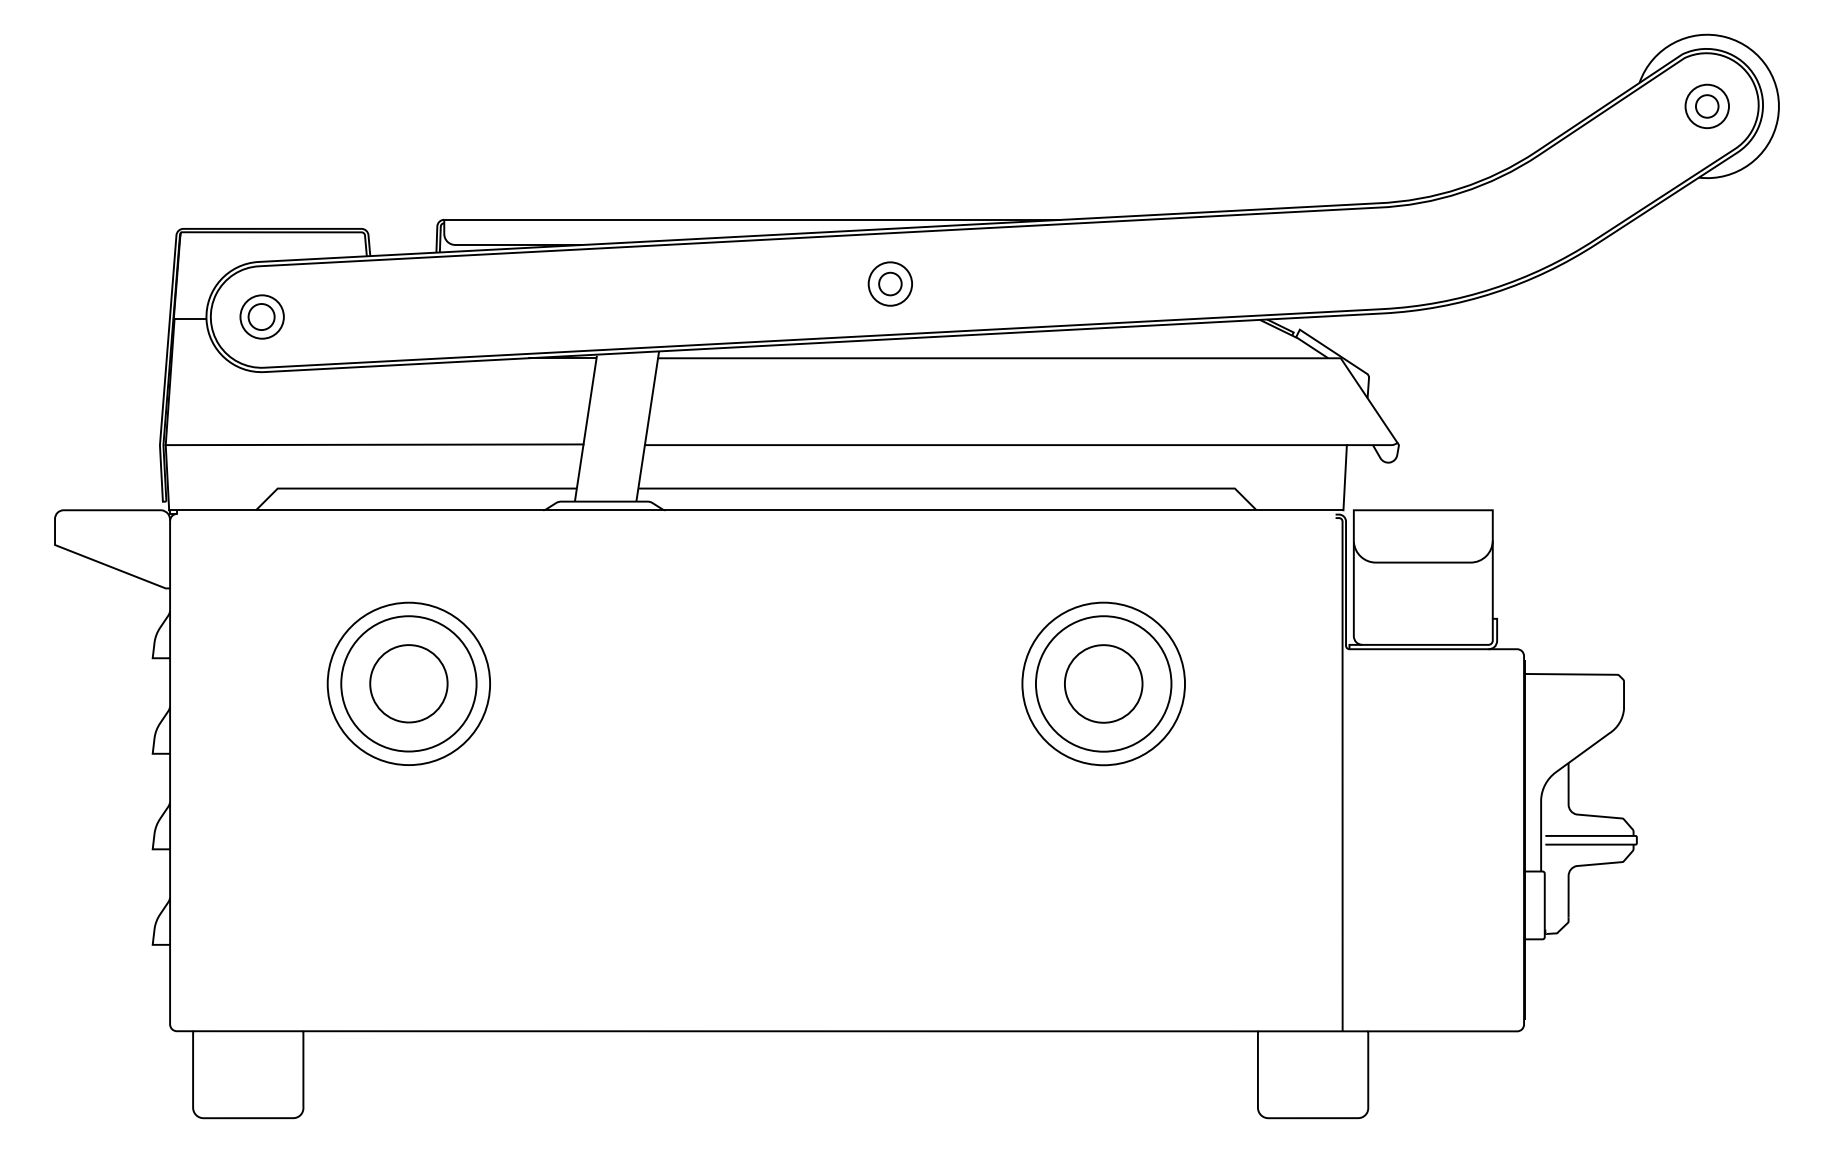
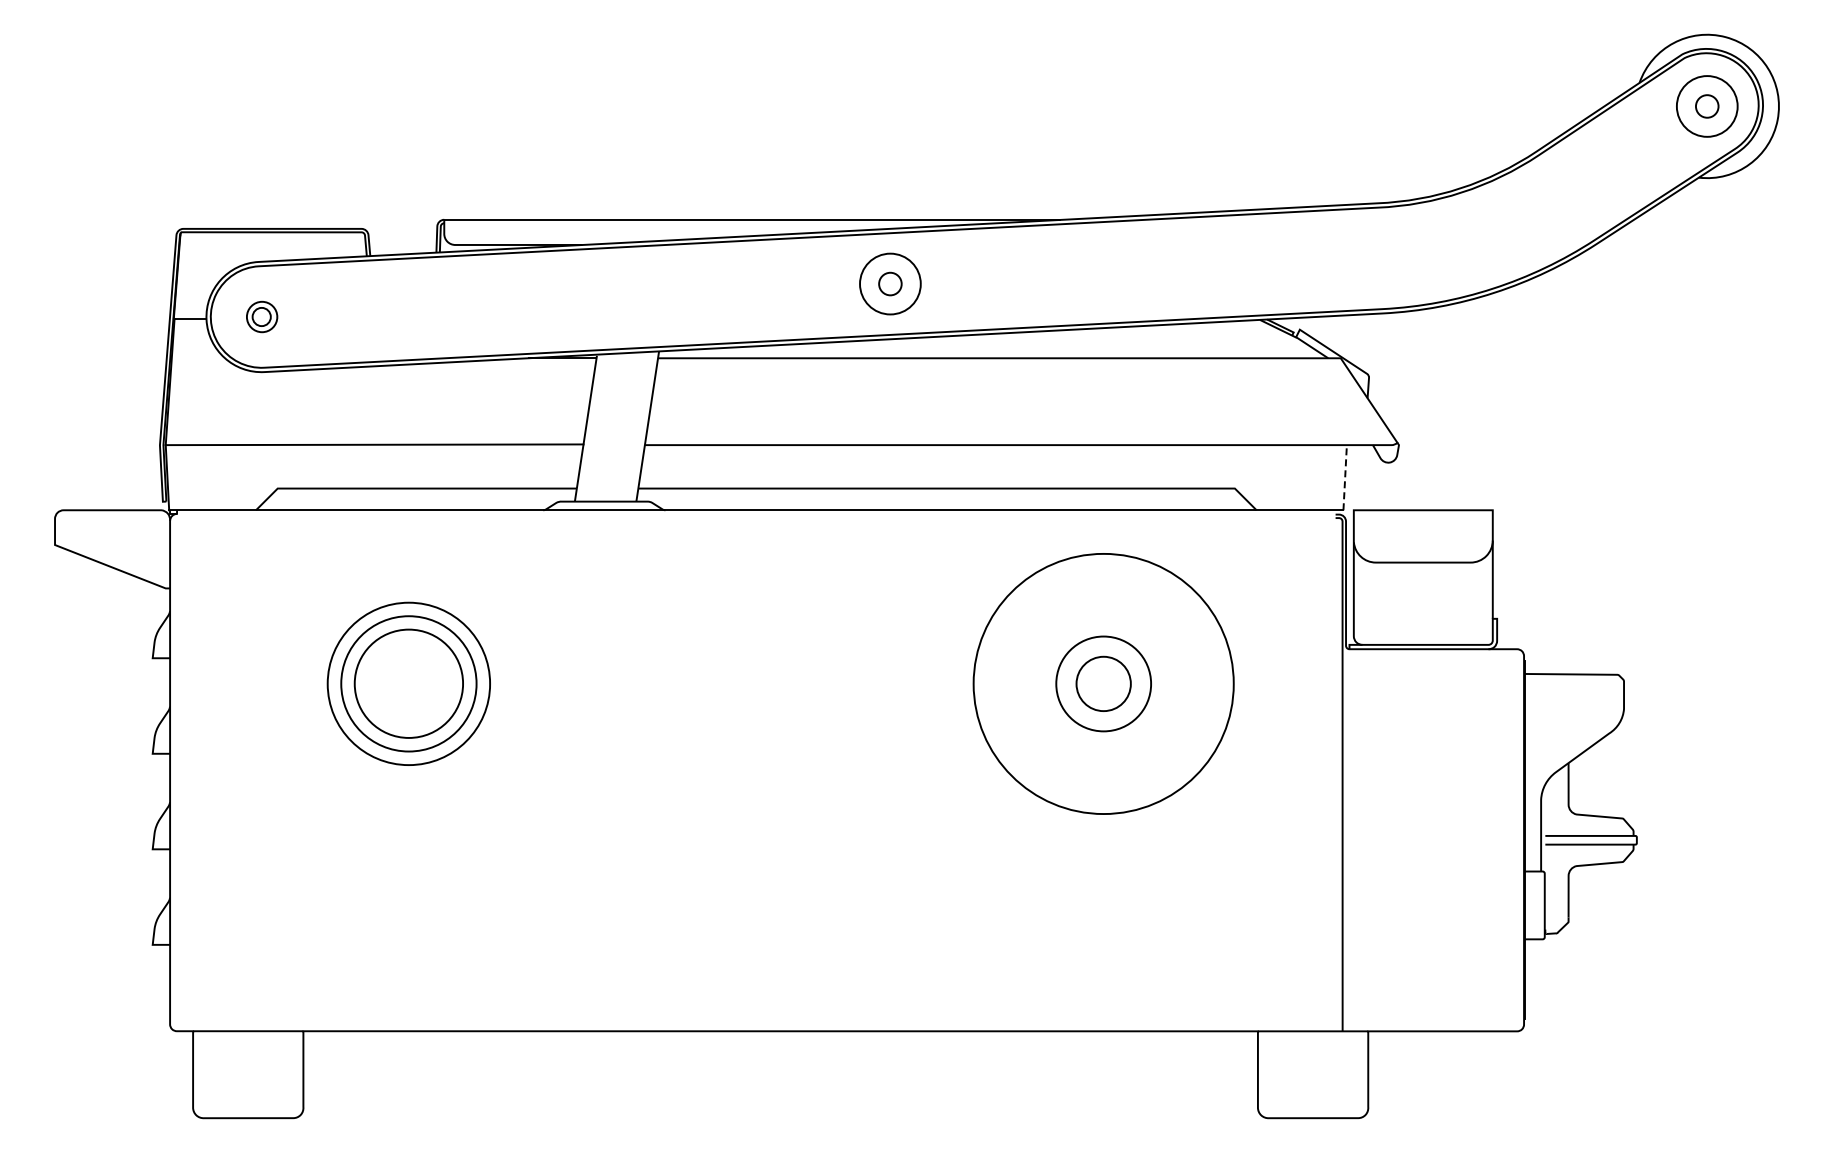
circle at (1706, 106) diameter: 43 px -> 61 px
circle at (890, 283) diameter: 43 px -> 61 px
part at (261, 316) size: 46x46 px -> 33x34 px
line at (1345, 477): solid -> dashed
circle at (408, 683) diameter: 77 px -> 108 px
circle at (1103, 683) diameter: 135 px -> 95 px
circle at (1103, 683) diameter: 163 px -> 260 px
circle at (1103, 683) diameter: 78 px -> 54 px
